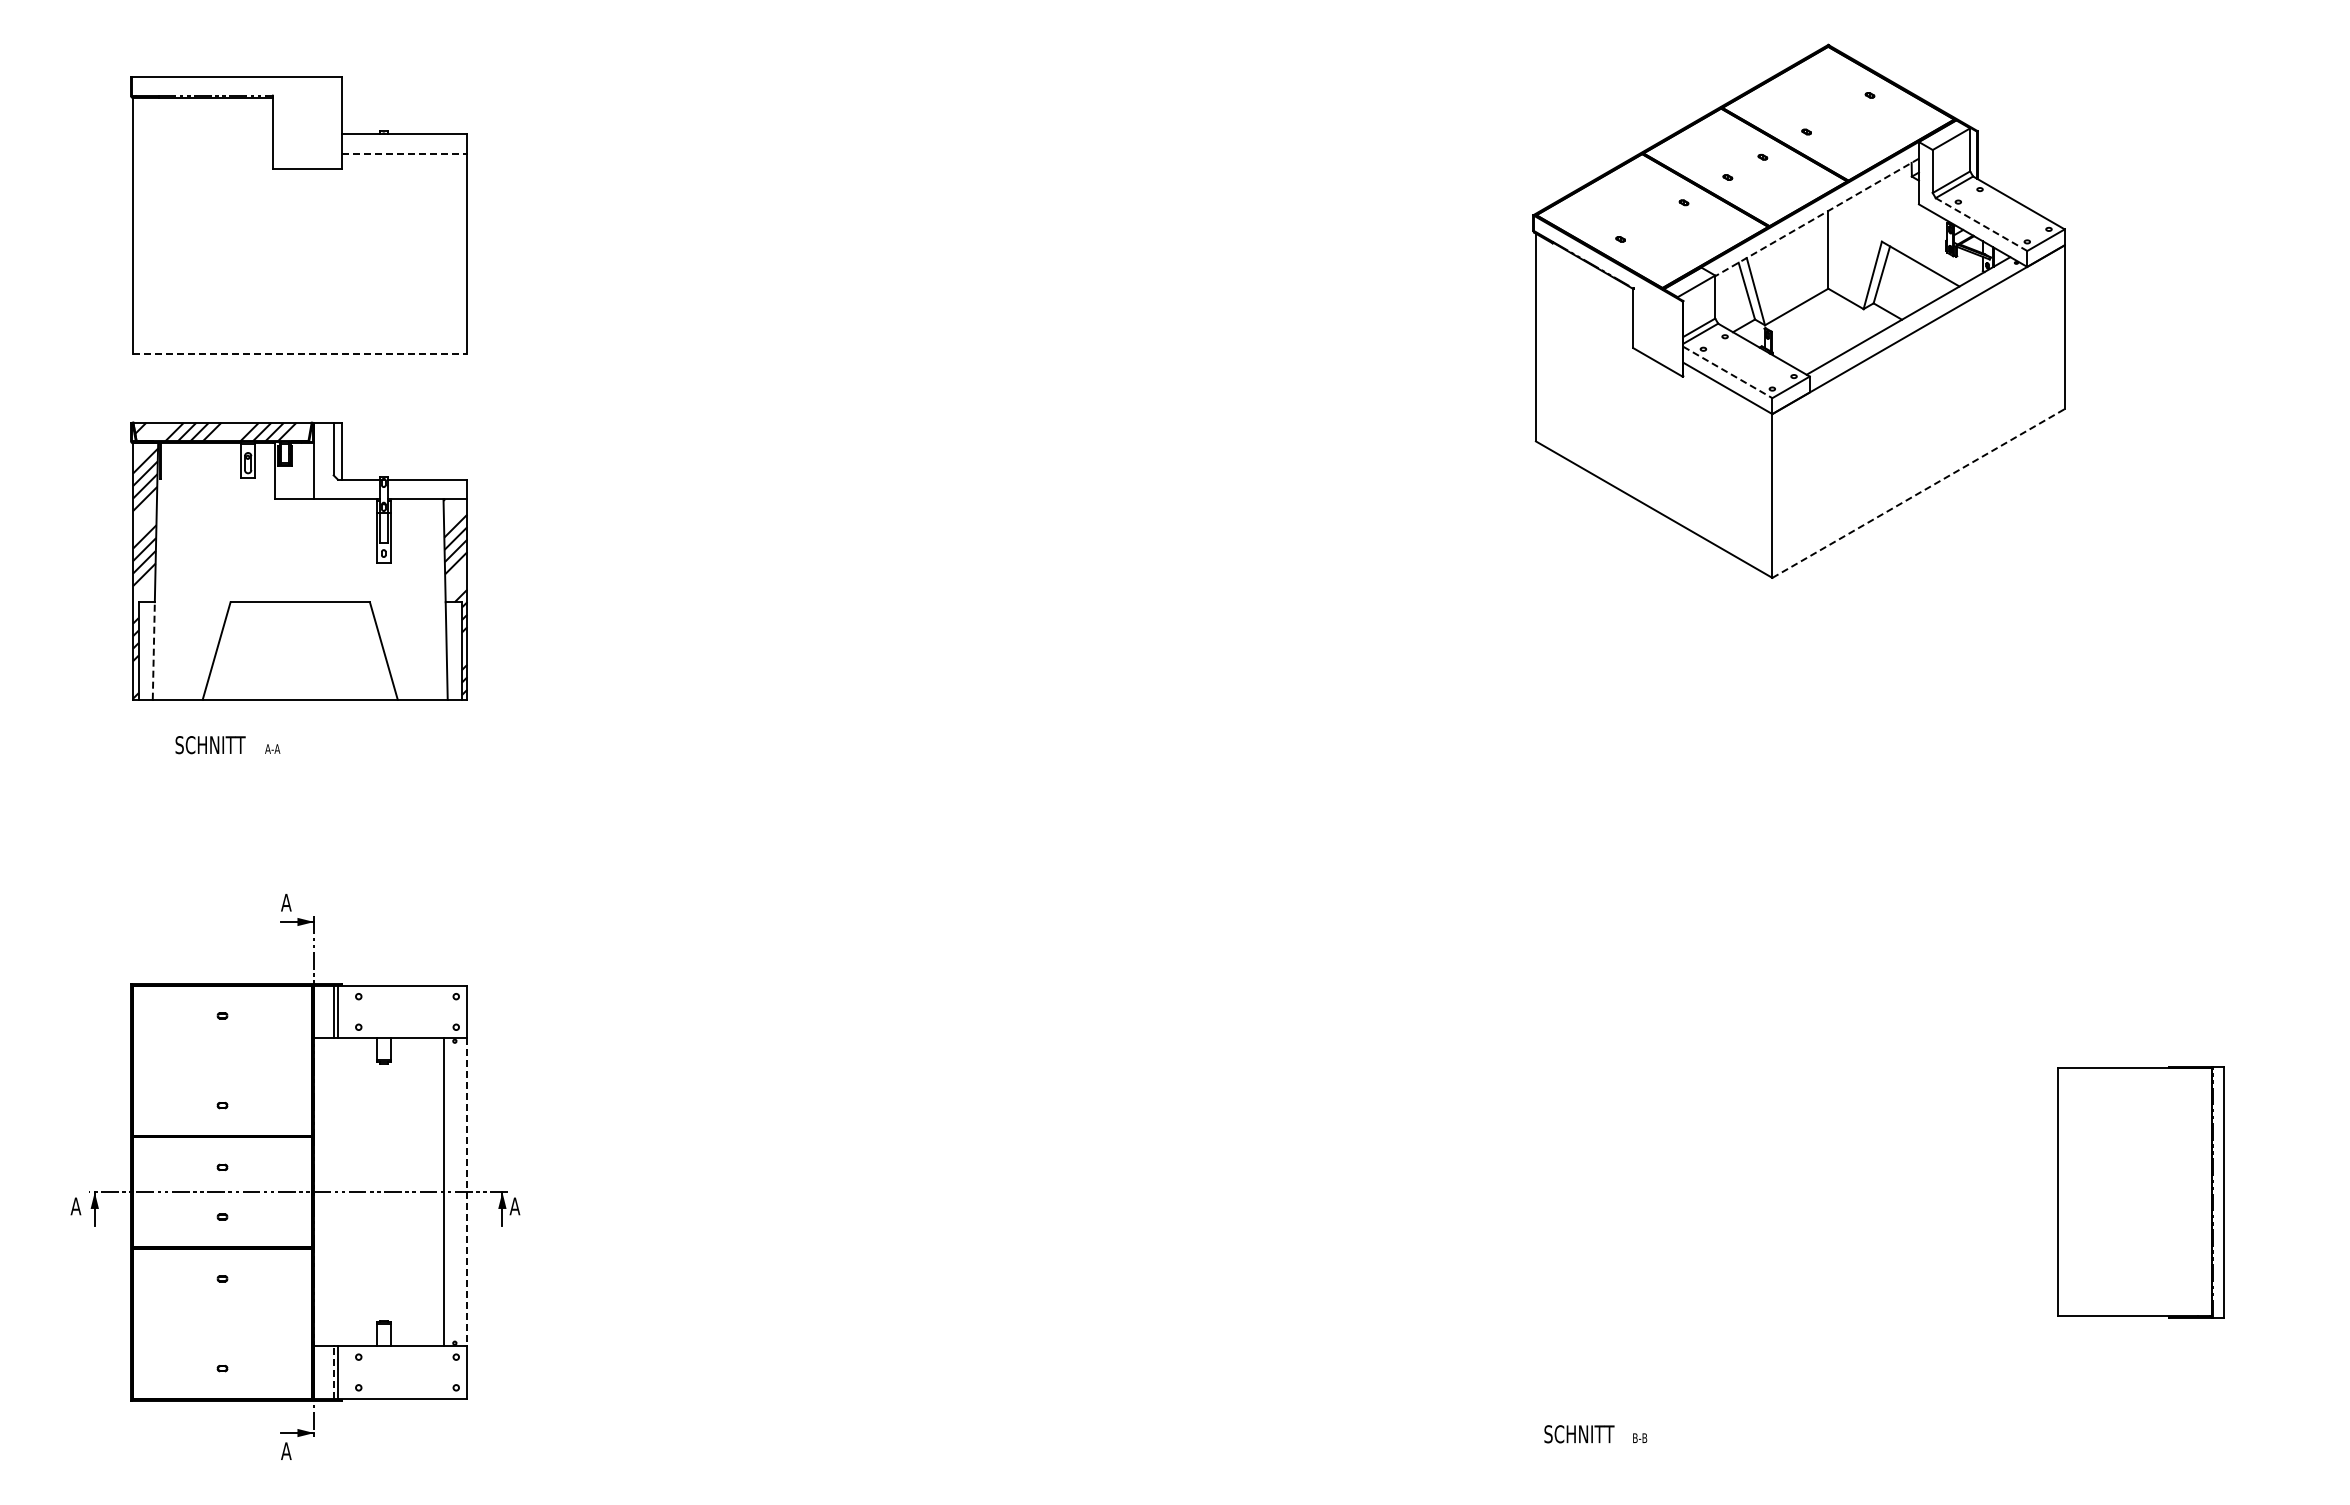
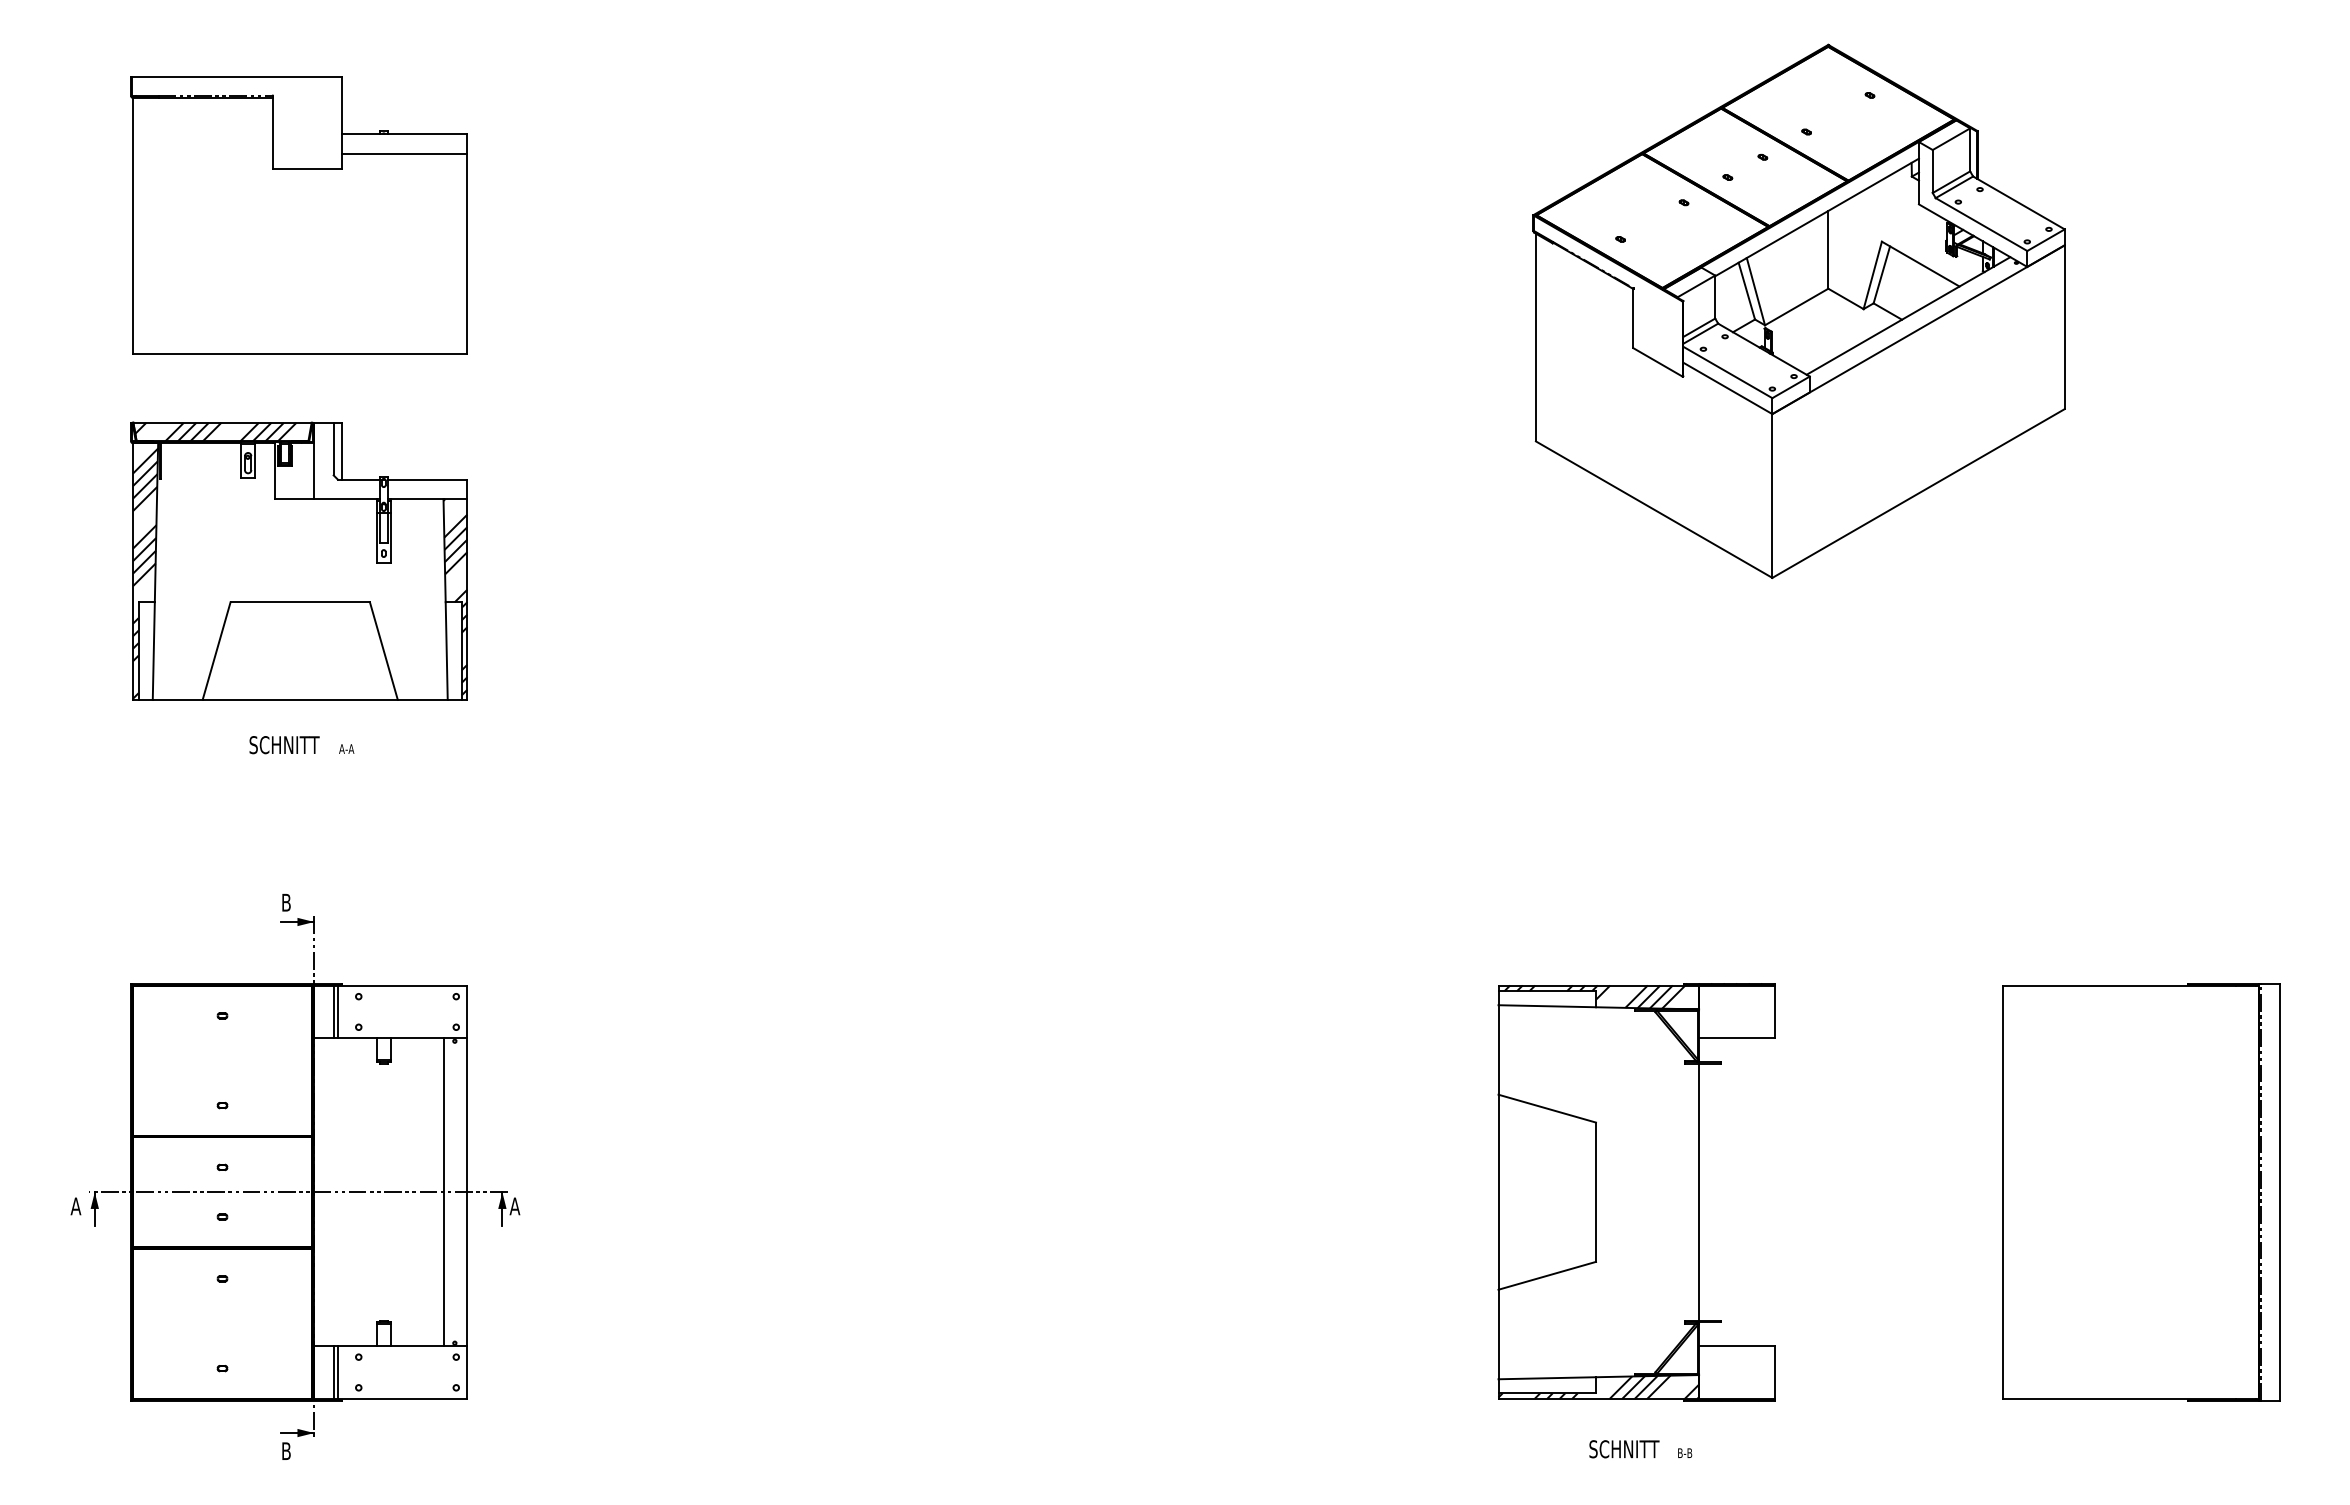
line at (404, 153): dashed -> solid
line at (1817, 217): dashed -> solid
line at (1981, 224): dashed -> solid
line at (300, 354): dashed -> solid
line at (1728, 372): dashed -> solid
line at (1918, 493): dashed -> solid
line at (153, 650): dashed -> solid
text at (227, 745) position: (227, 745) -> (301, 745)
text at (286, 902): A -> B
line at (467, 1192): dashed -> solid
part at (1636, 1192): none -> present
part at (2140, 1192) size: 168x253 px -> 279x419 px
line at (333, 1372): dashed -> solid
text at (1595, 1434) position: (1595, 1434) -> (1640, 1449)
text at (286, 1450): A -> B
